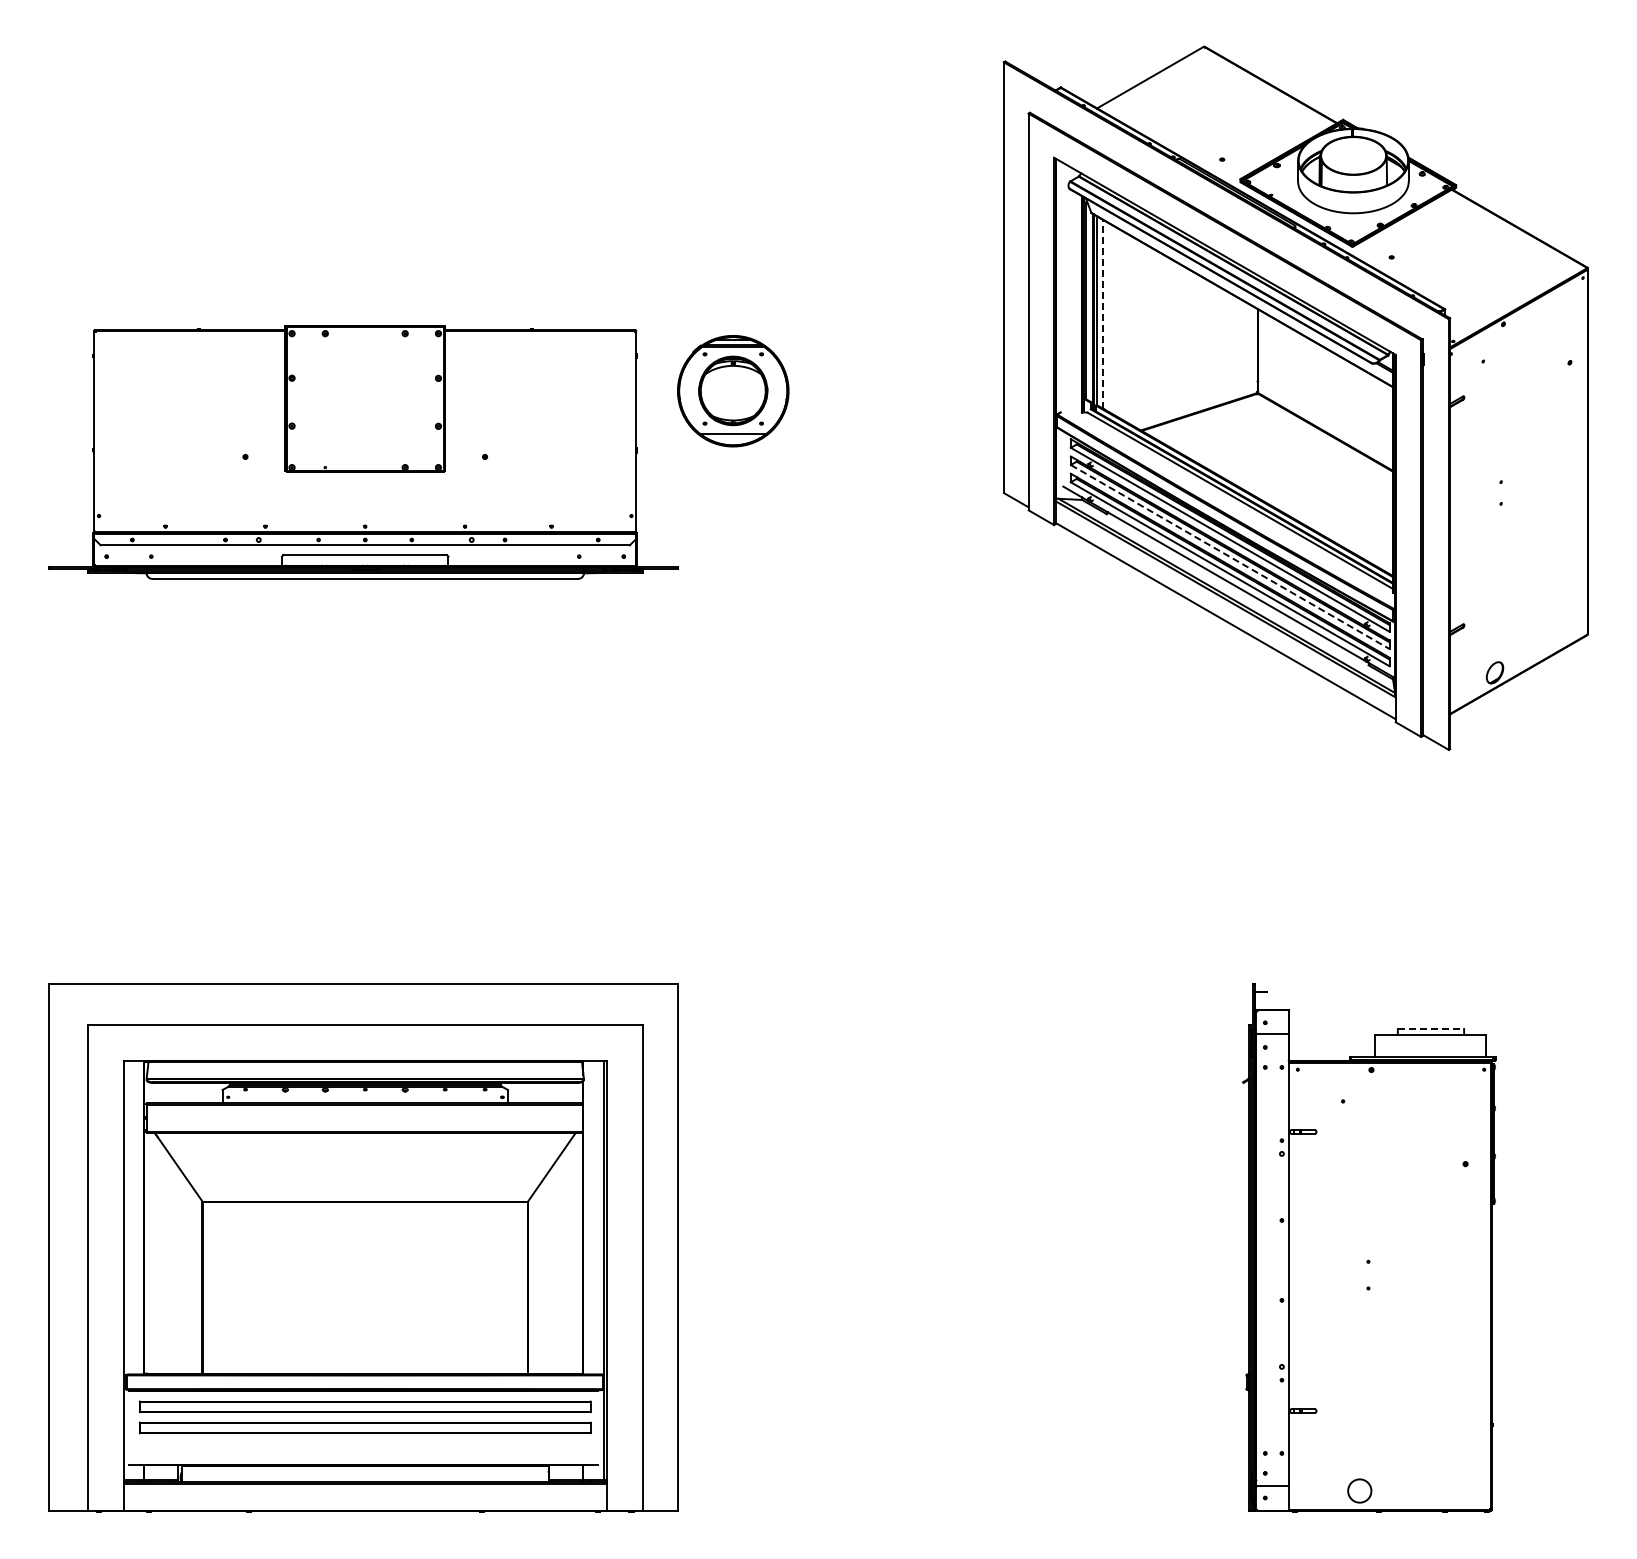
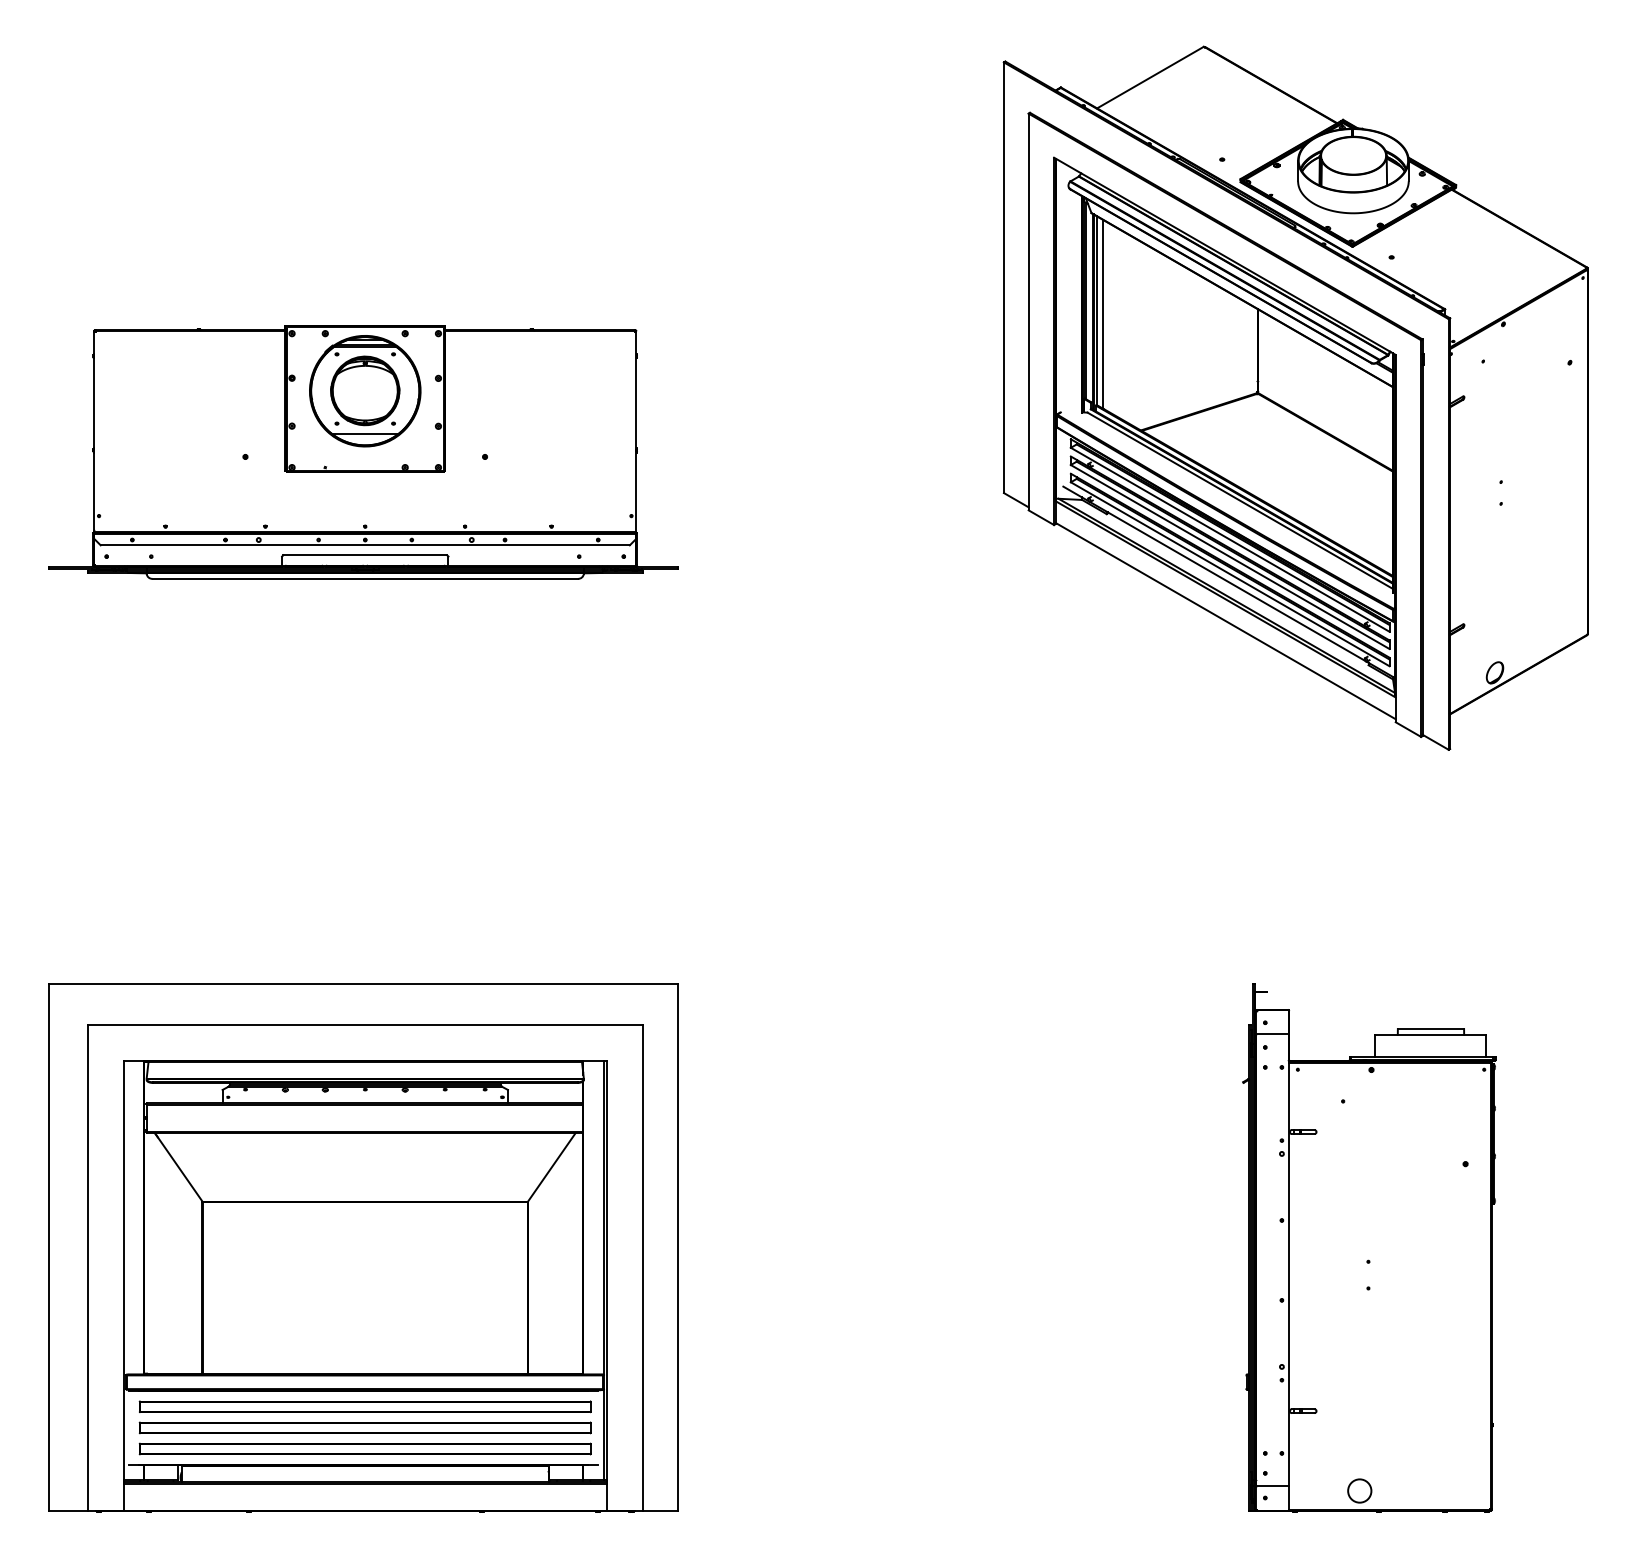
line at (1103, 313): dashed -> solid
part at (733, 391) position: (733, 391) -> (365, 391)
line at (1230, 557): dashed -> solid
line at (1431, 1029): dashed -> solid
part at (364, 1448): none -> present
